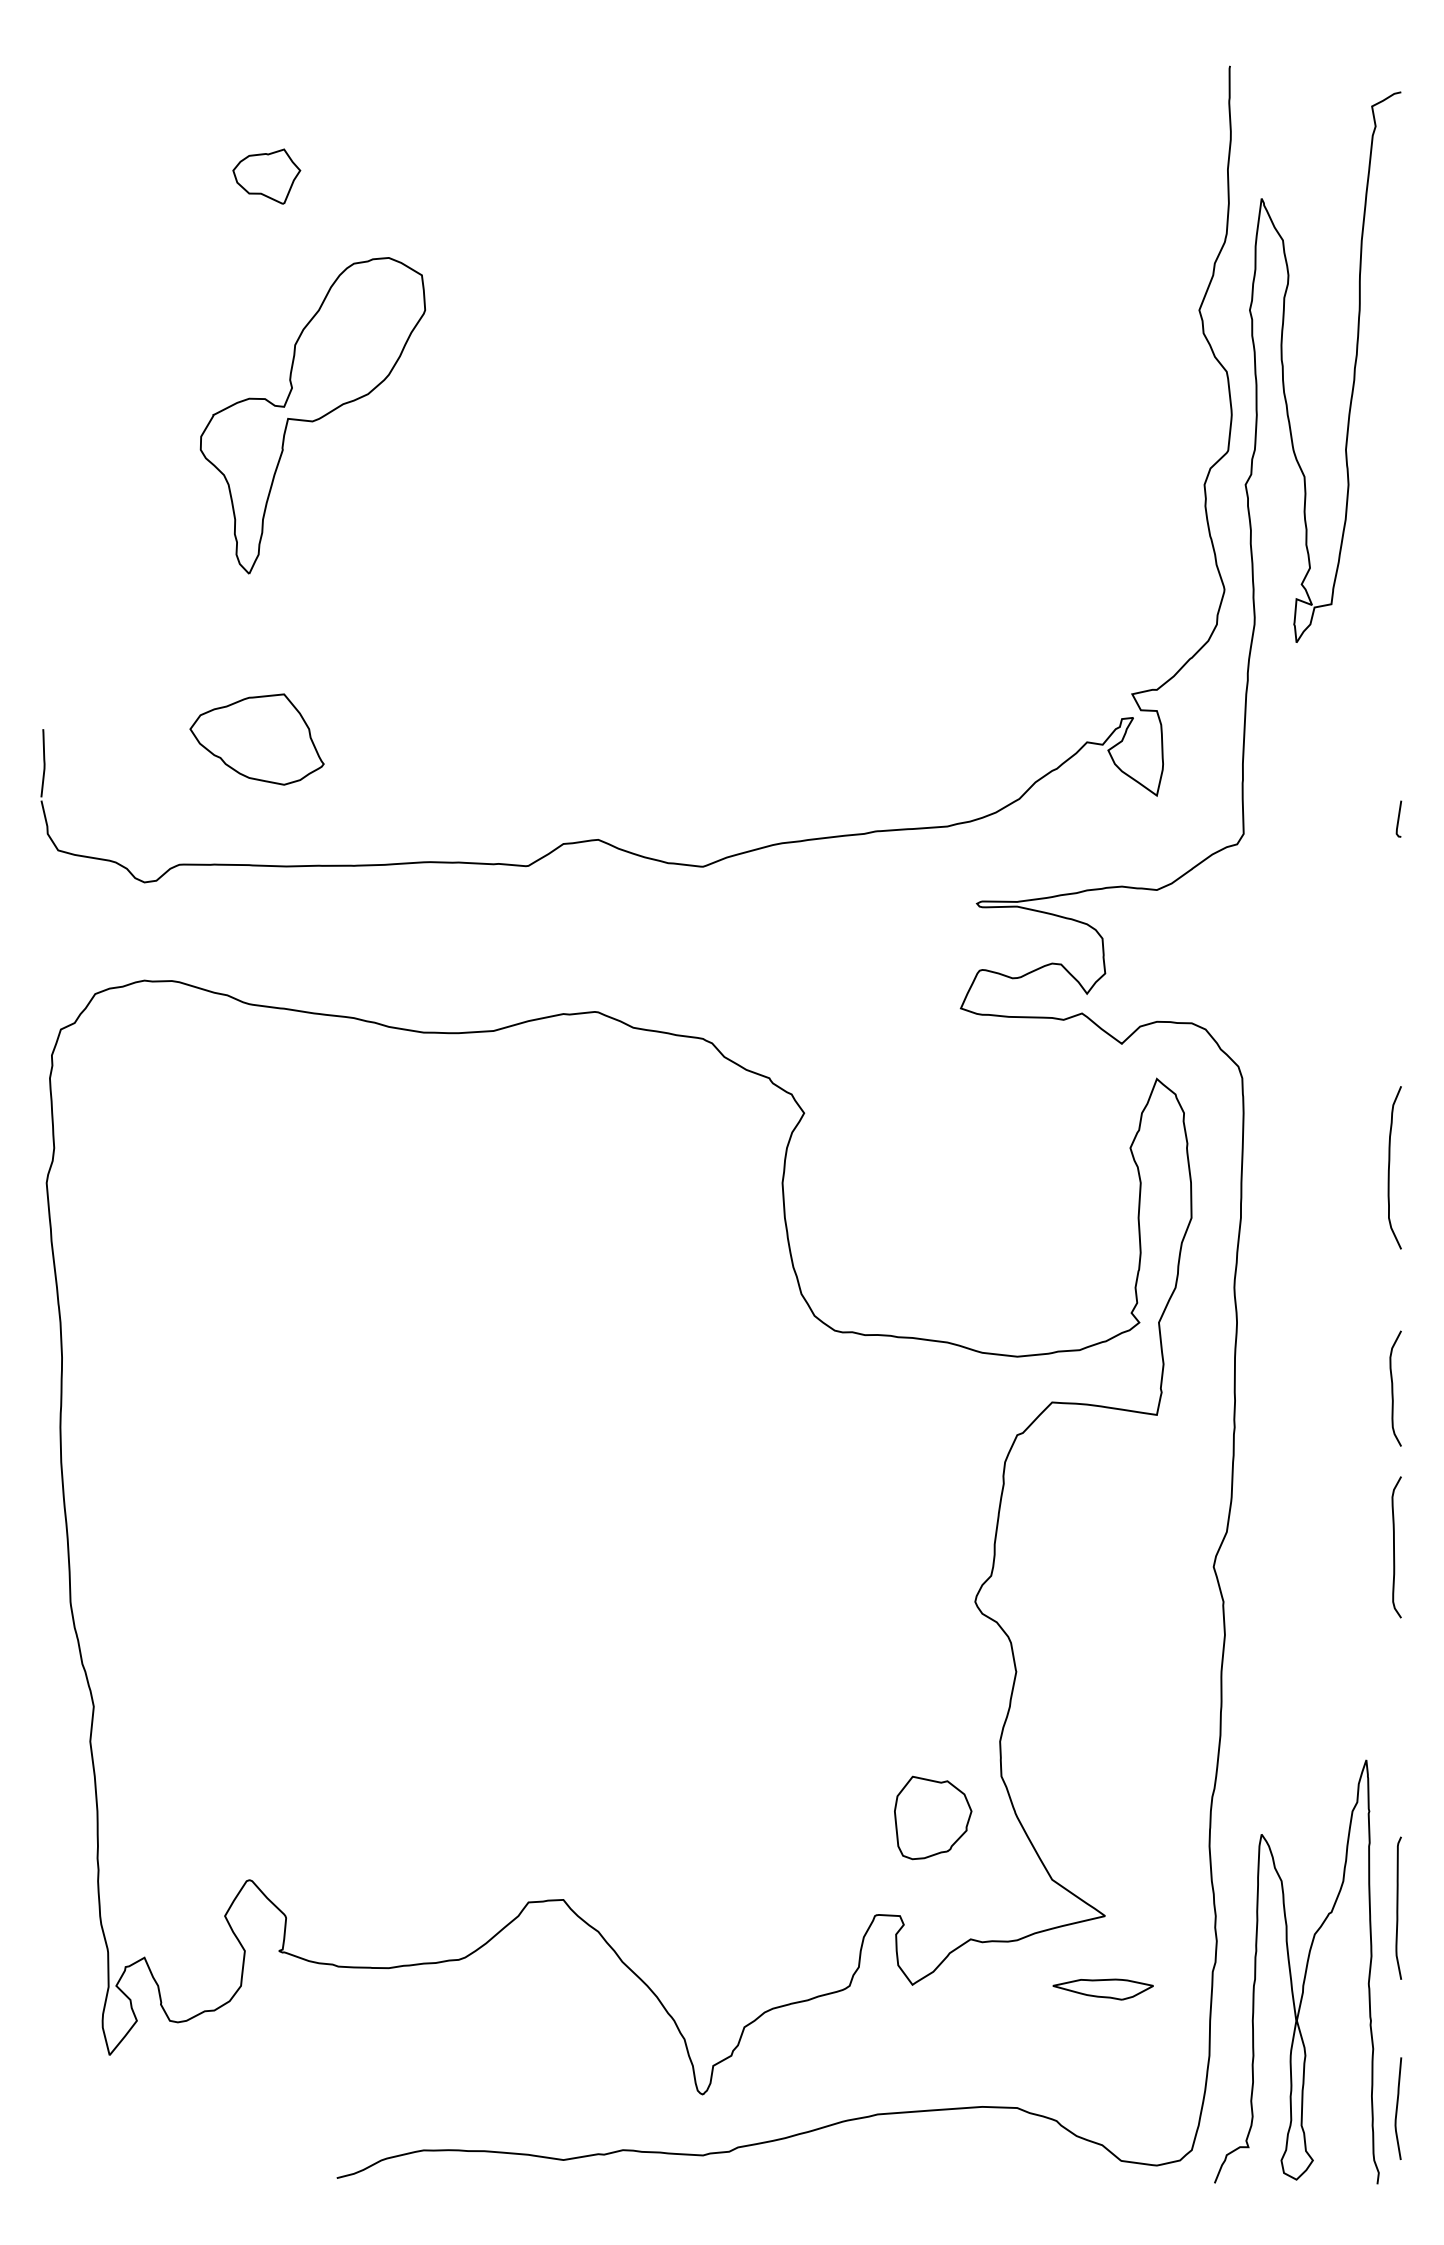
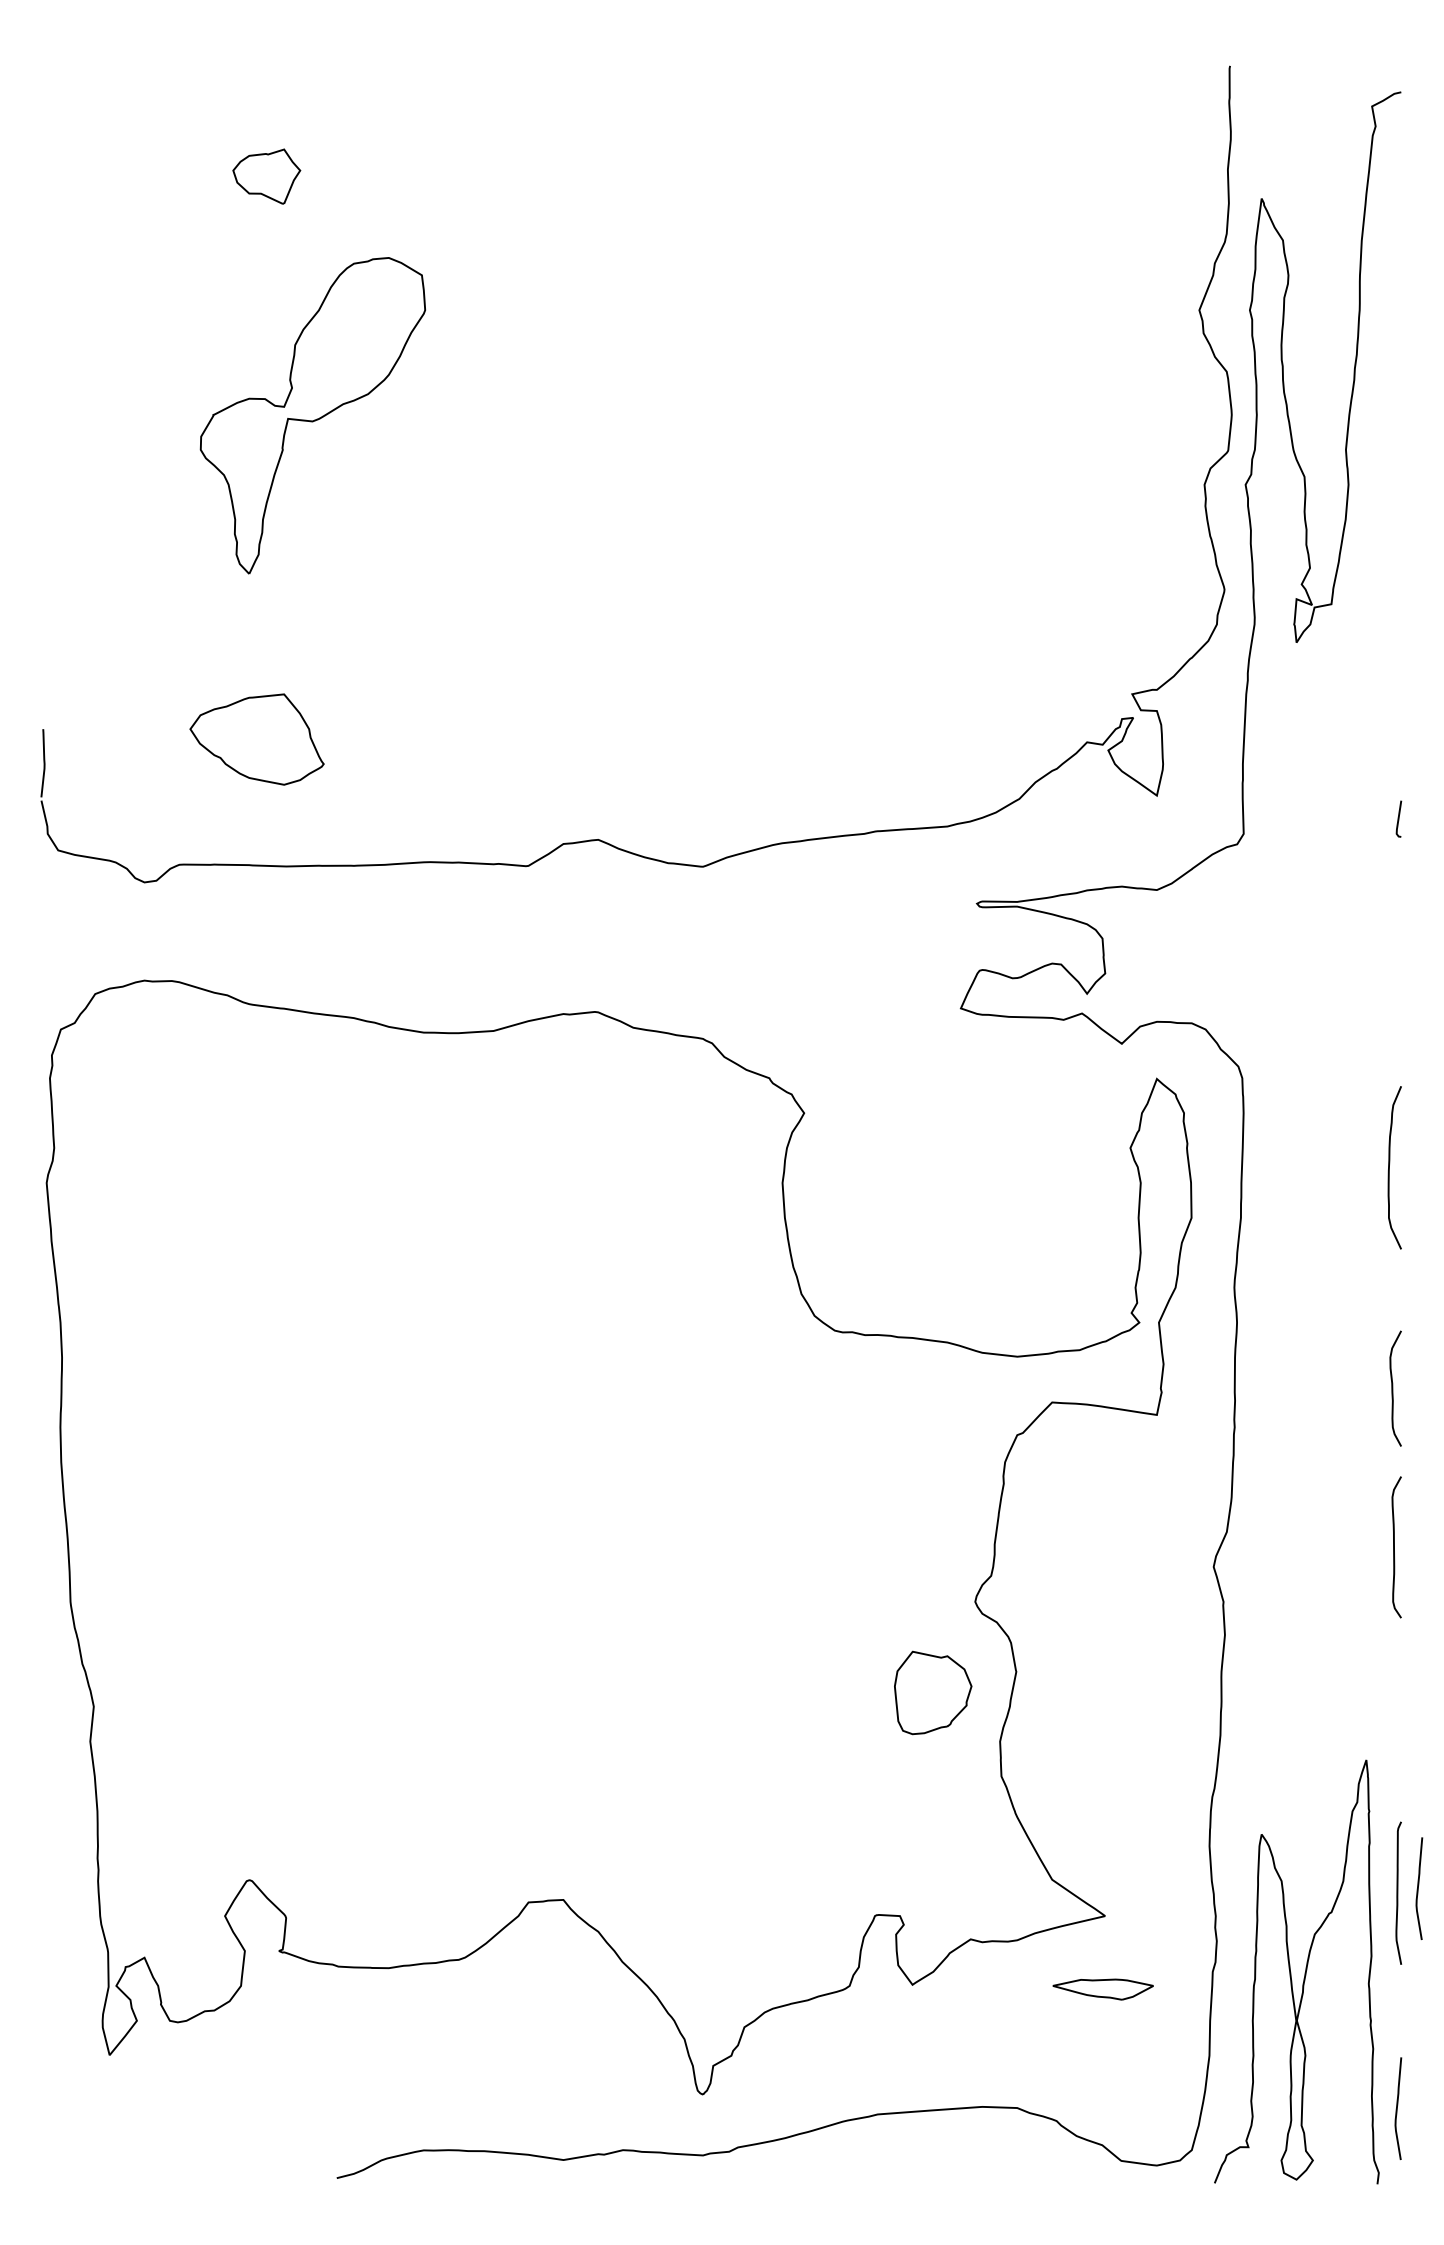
part at (933, 1817) position: (933, 1817) -> (933, 1692)
curve at (1418, 1888): none -> present
curve at (1398, 1907) position: (1398, 1907) -> (1398, 1892)
